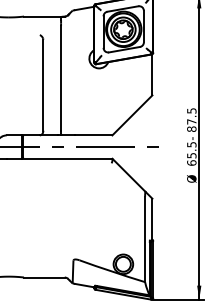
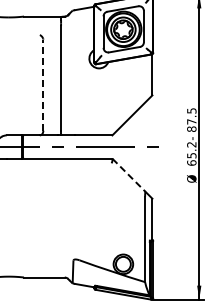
line at (43, 85): solid -> dashed
text at (191, 144): 65.5 -> 65.2
line at (129, 175): solid -> dashed
